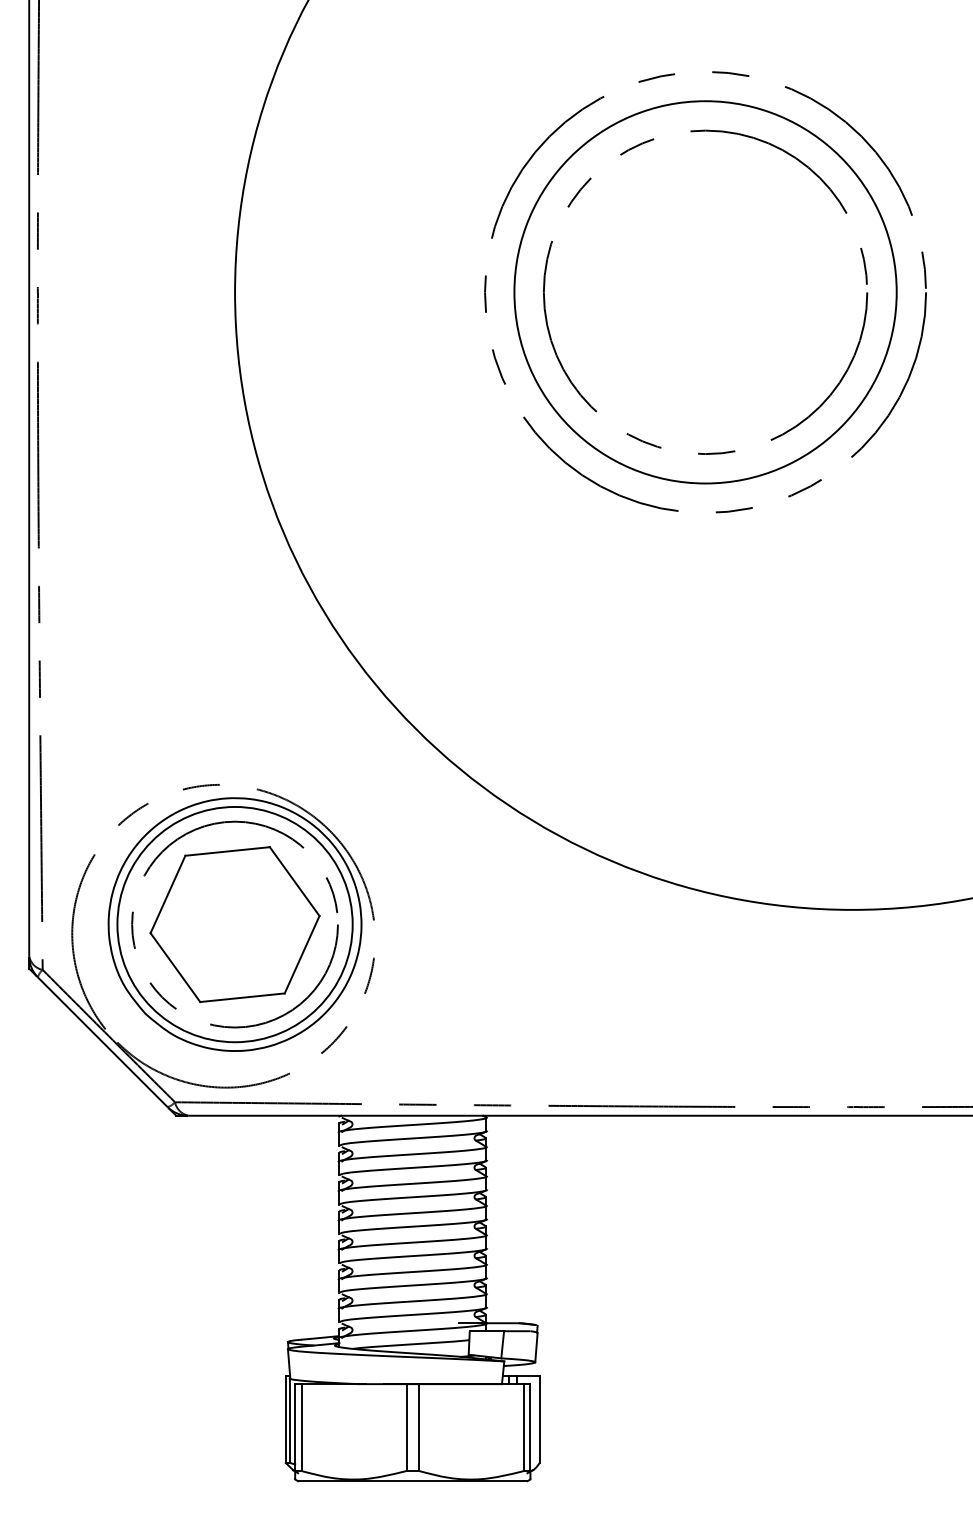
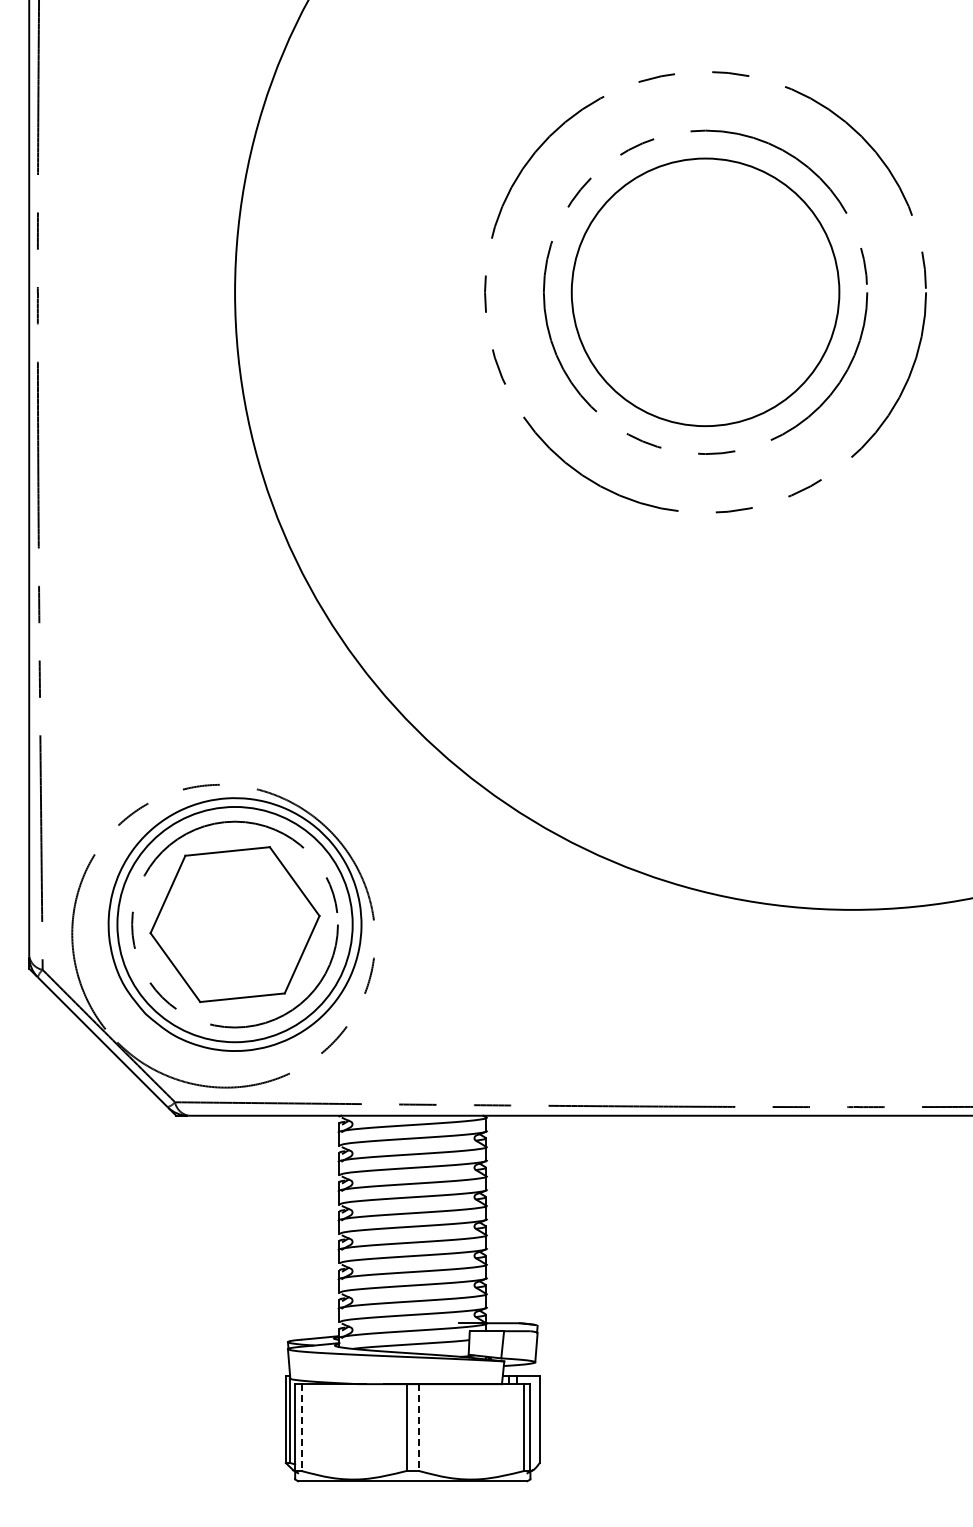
circle at (705, 292) diameter: 382 px -> 268 px
line at (301, 1428): solid -> dashed
line at (419, 1428): solid -> dashed
